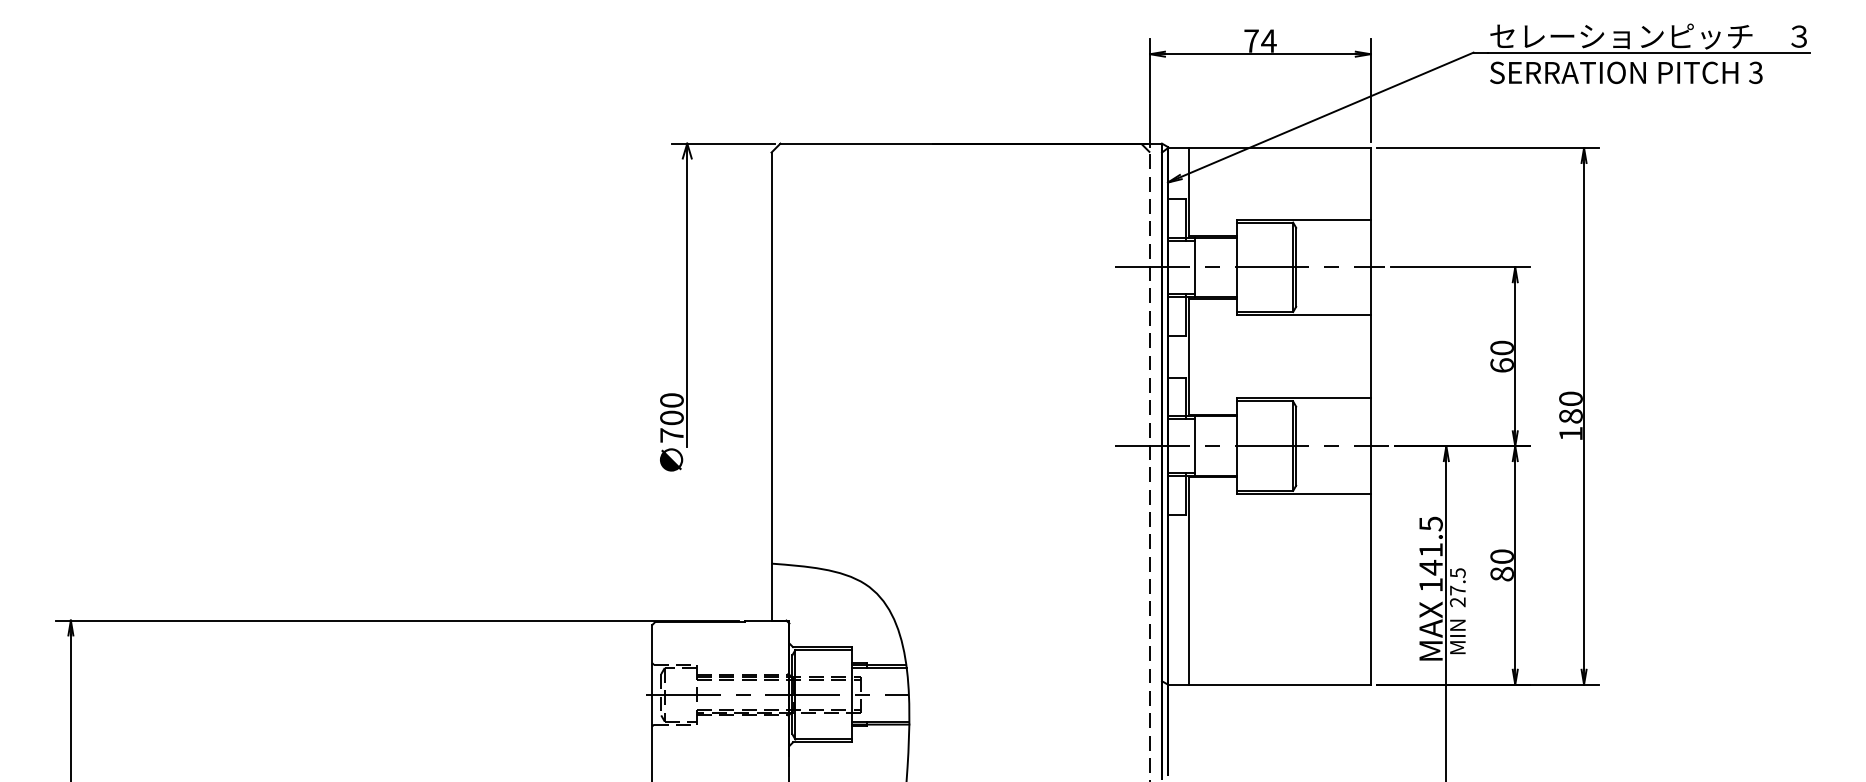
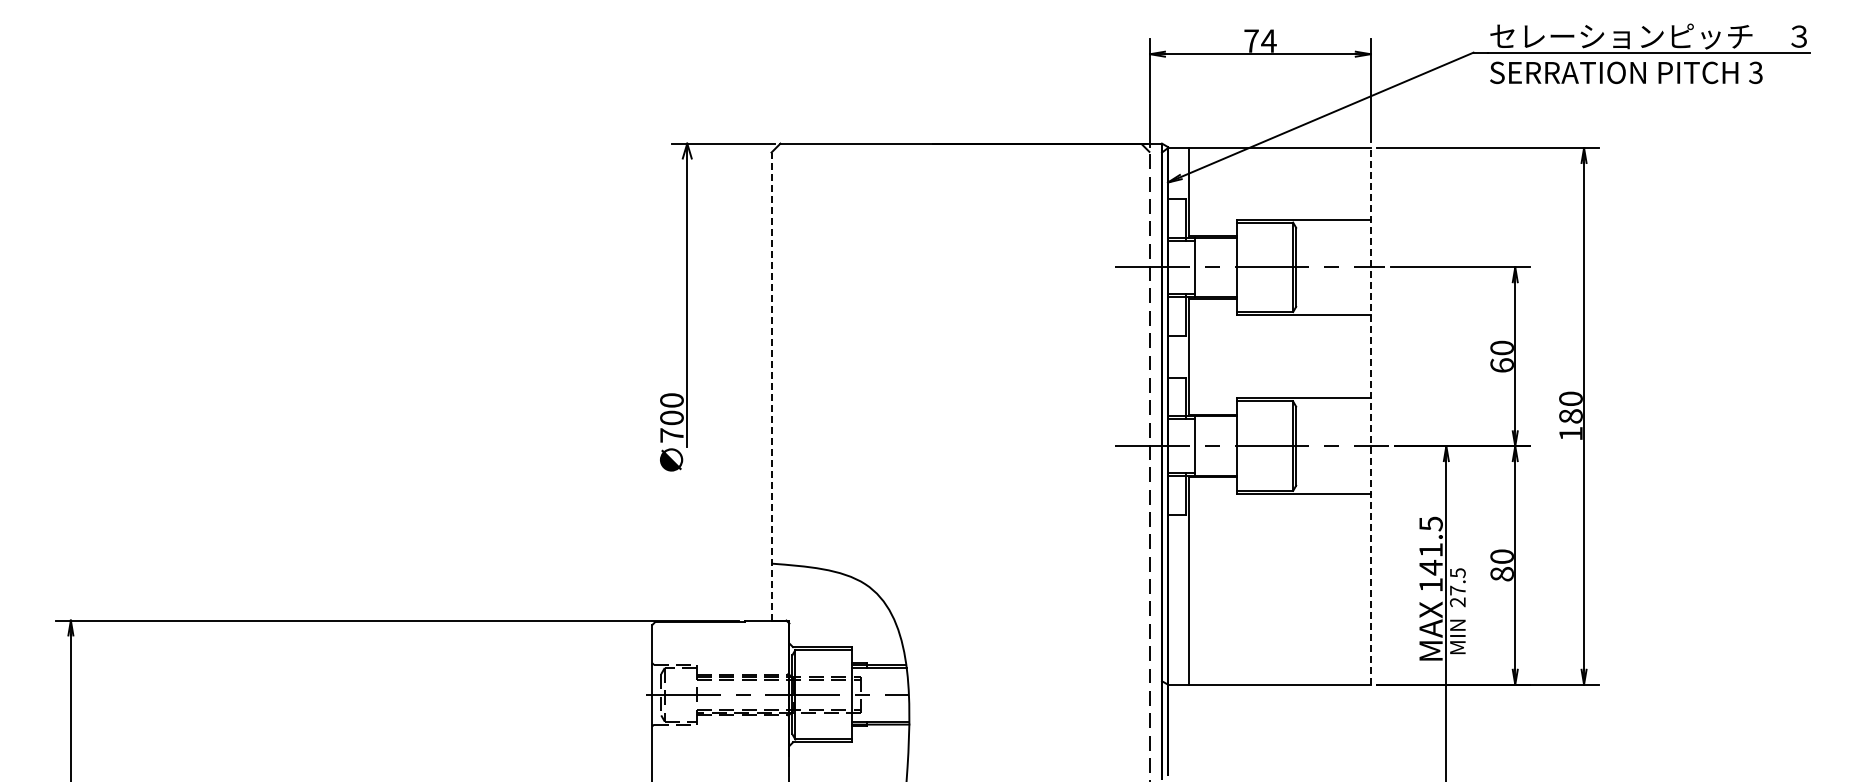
line at (771, 386): solid -> dashed
line at (1370, 415): solid -> dashed
